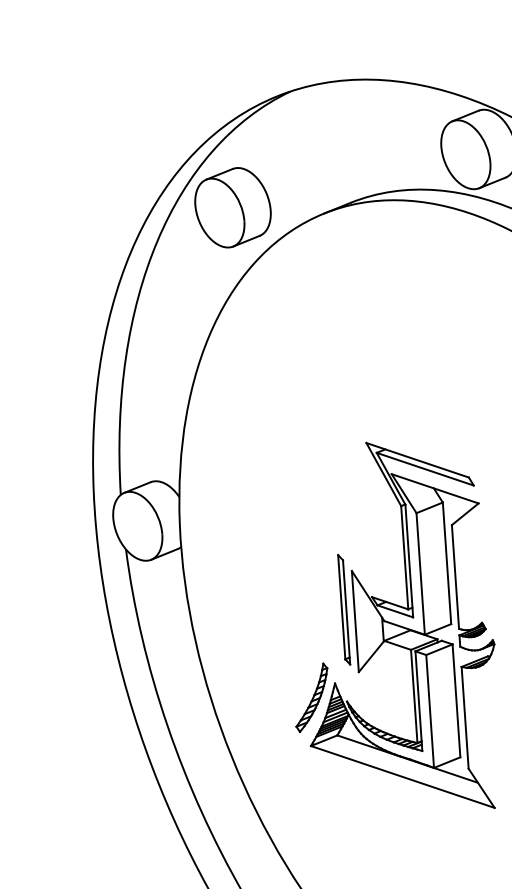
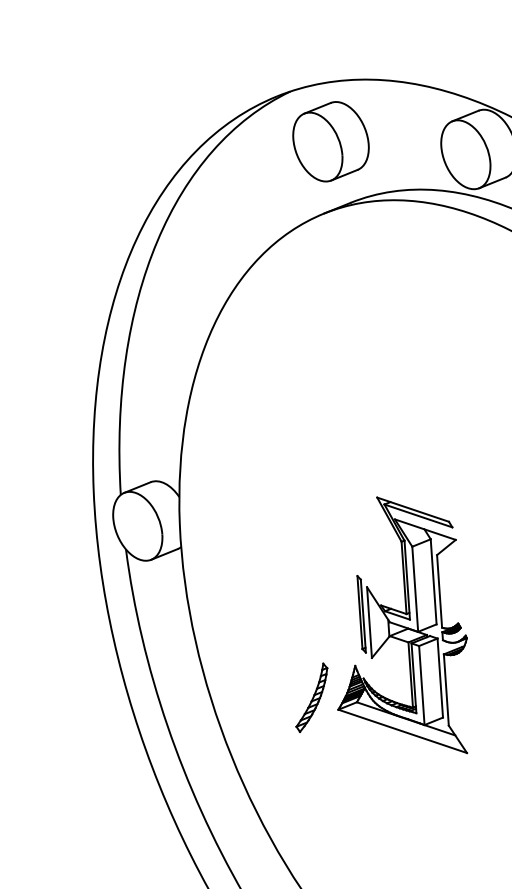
part at (232, 207) position: (232, 207) -> (330, 141)
part at (402, 624) size: 187x368 px -> 132x259 px
